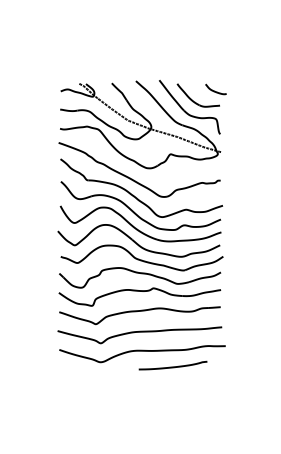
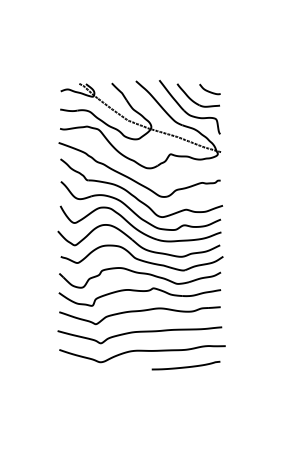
curve at (214, 90) position: (214, 90) -> (208, 90)
curve at (172, 366) position: (172, 366) -> (185, 366)
